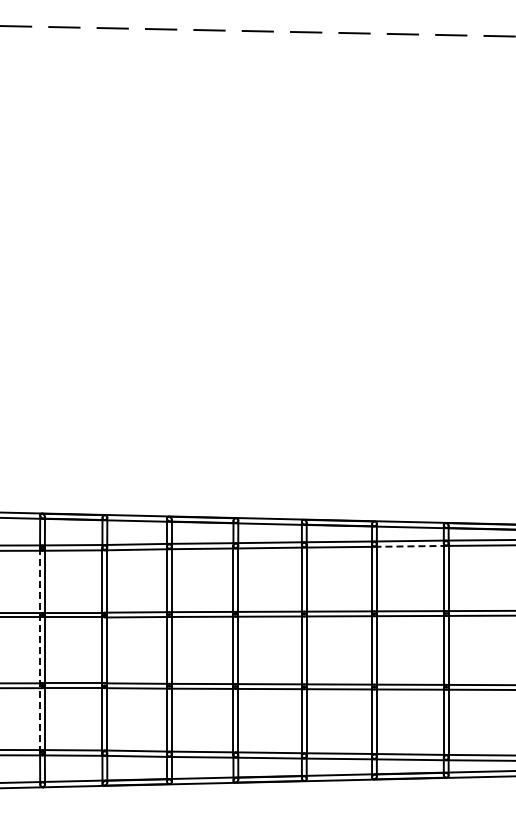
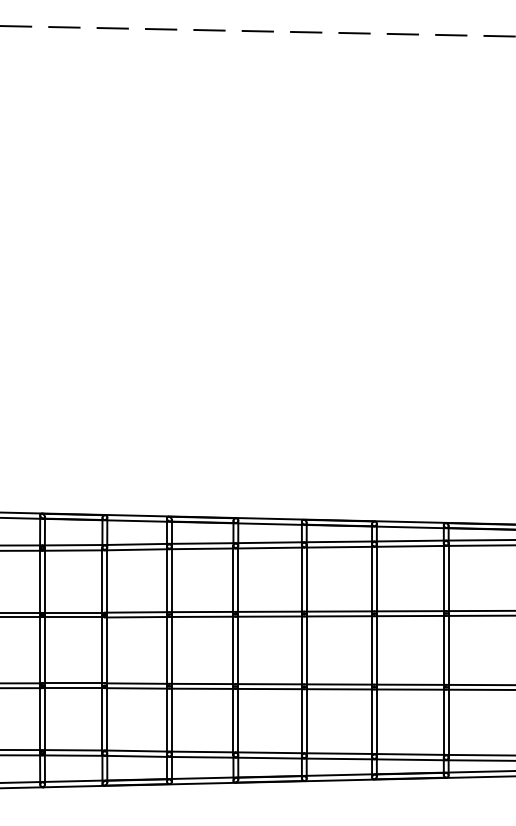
line at (410, 546): dashed -> solid
line at (40, 649): dashed -> solid
